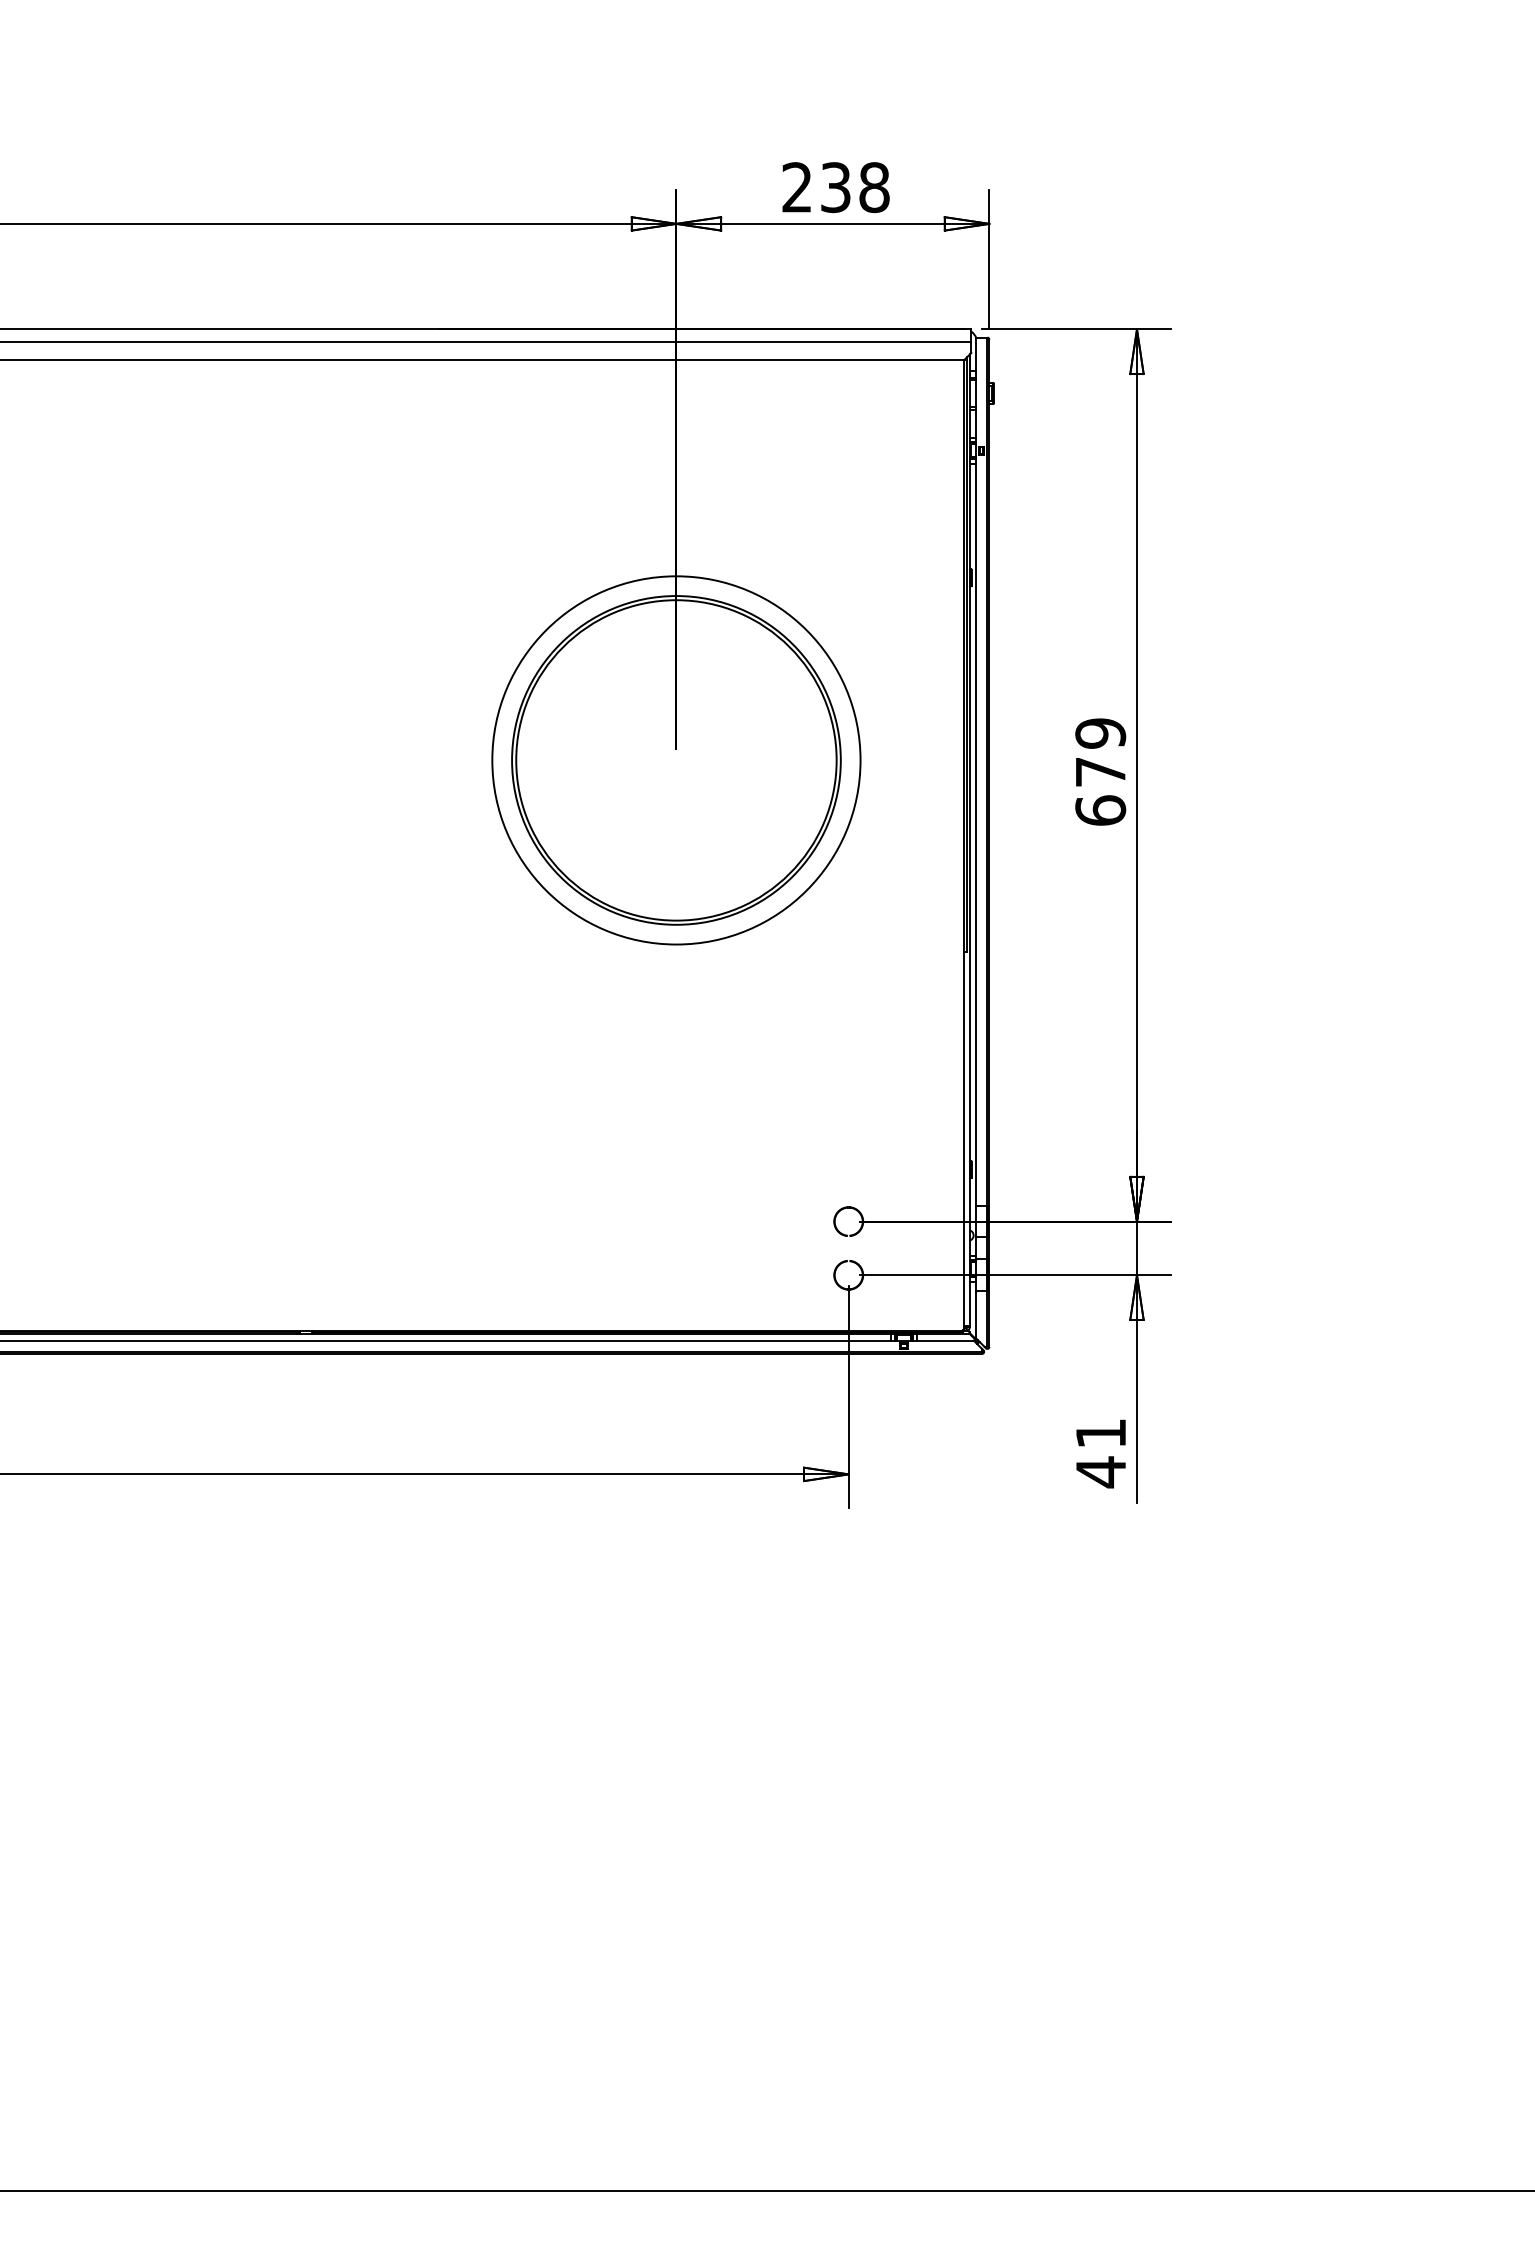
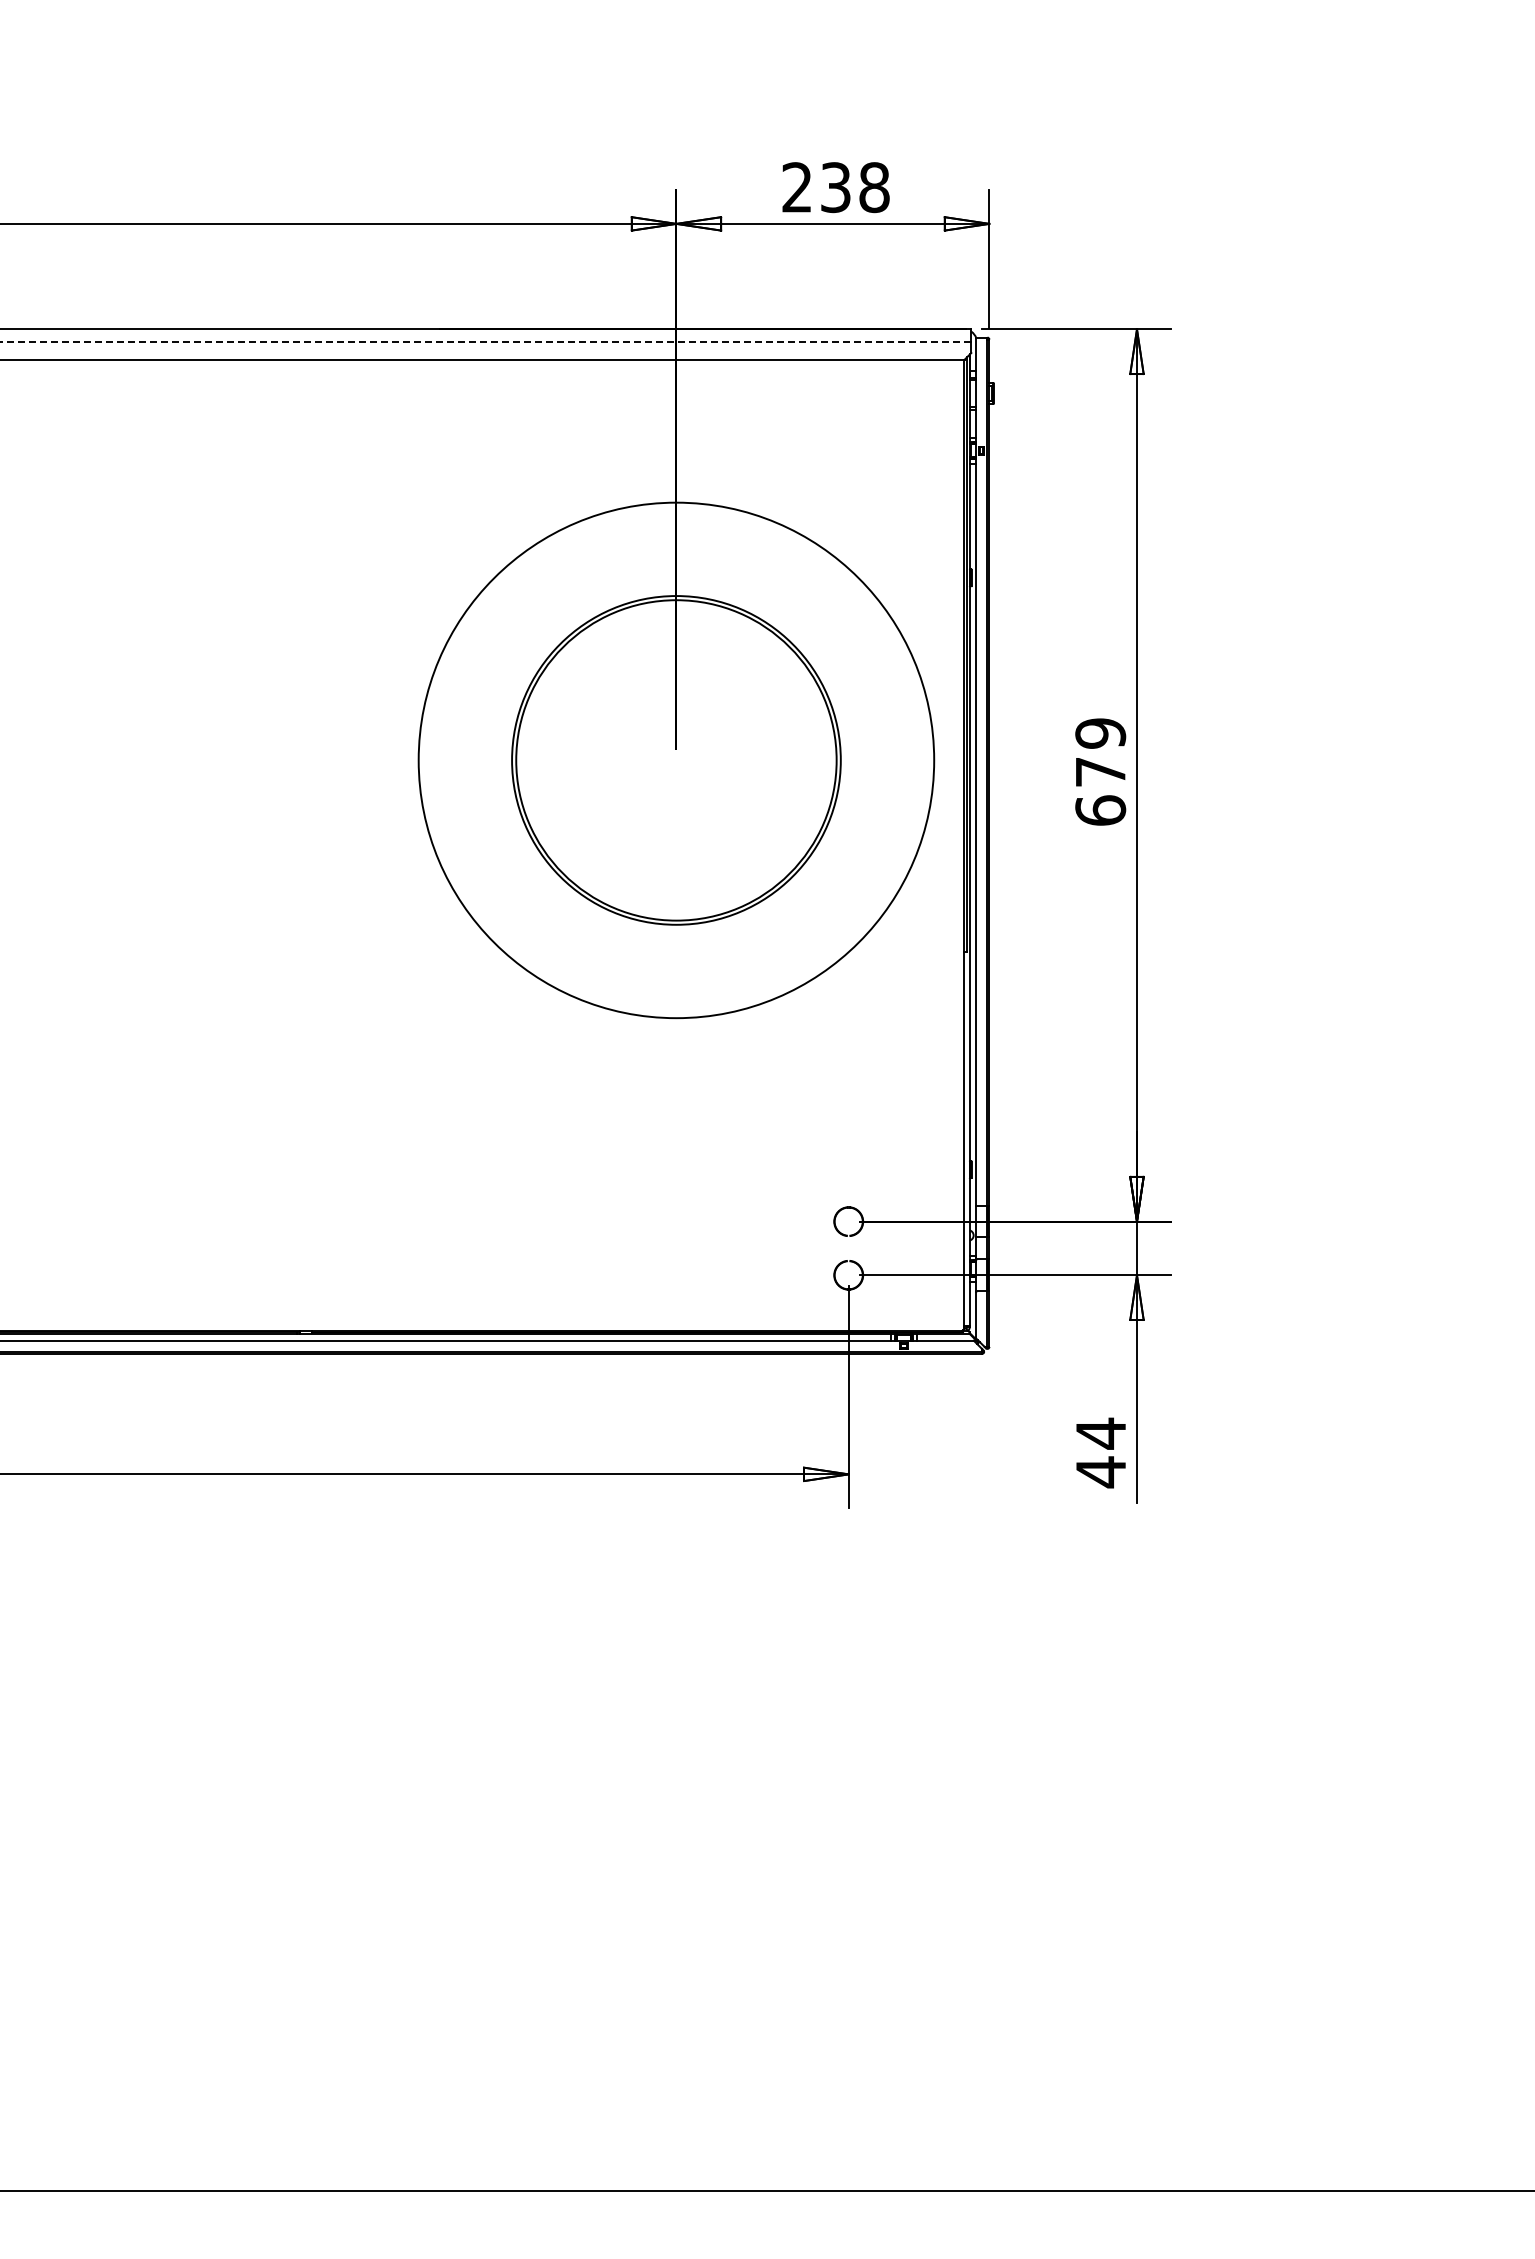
line at (485, 342): solid -> dashed
circle at (676, 760) diameter: 368 px -> 516 px
text at (1100, 1433): 41 -> 44
